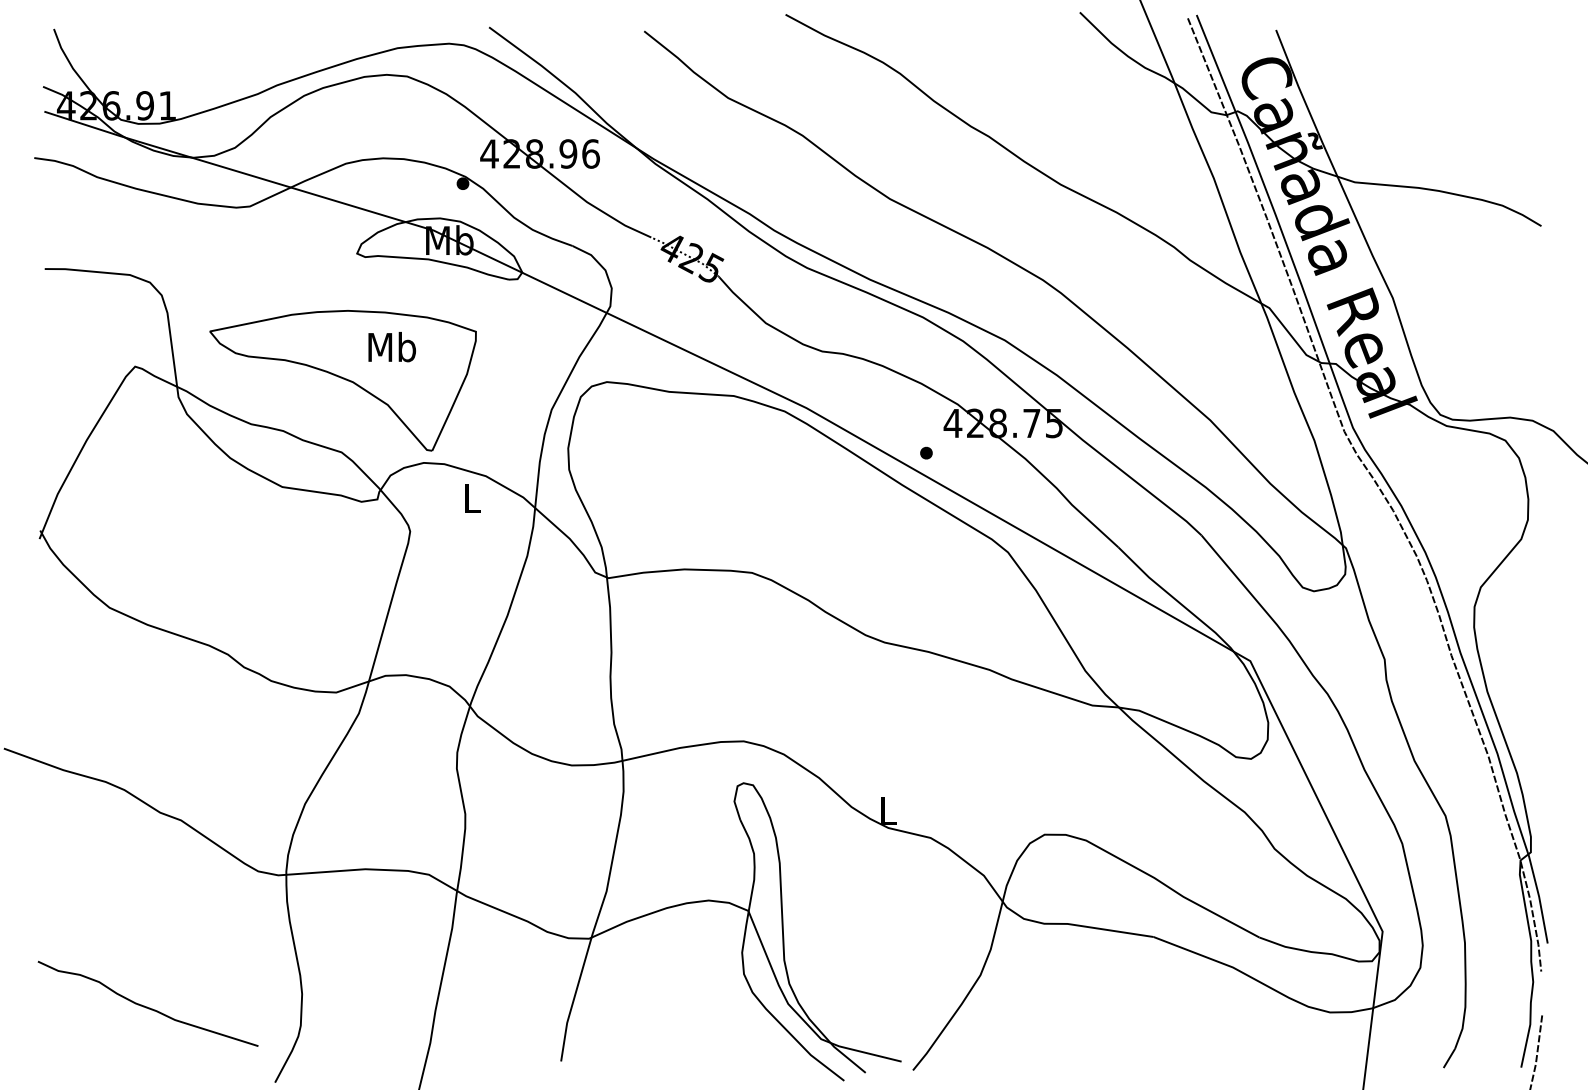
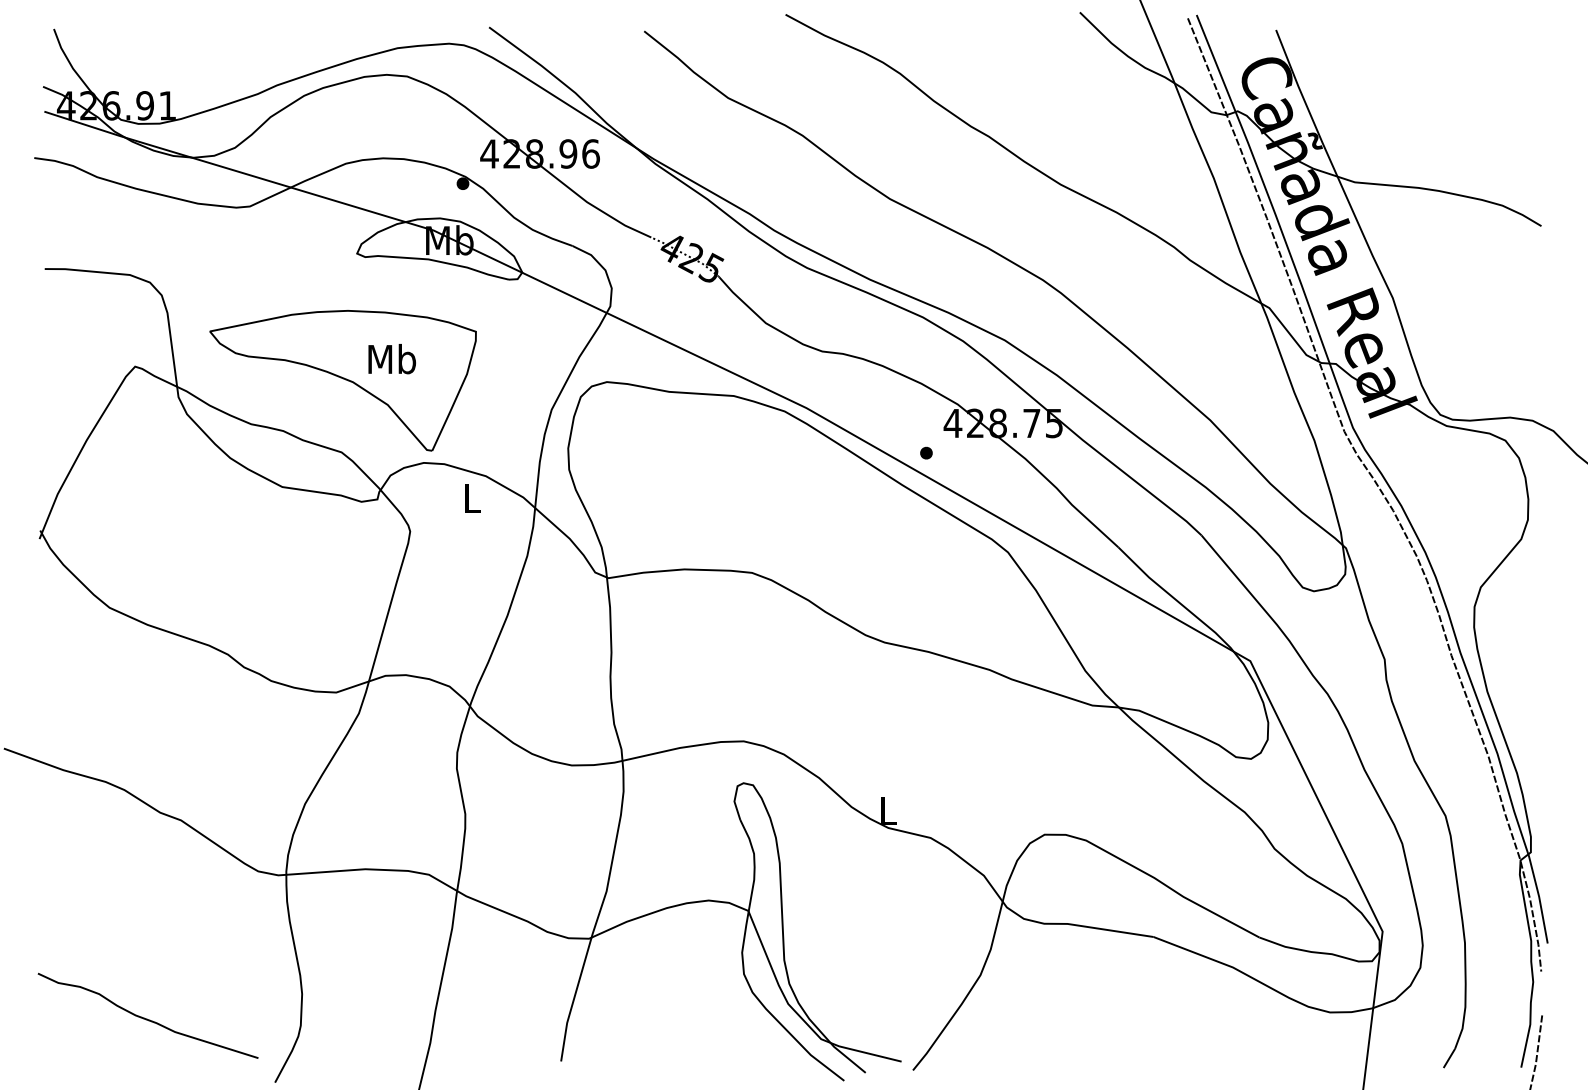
text at (391, 347) position: (391, 347) -> (391, 359)
curve at (147, 1006) position: (147, 1006) -> (147, 1018)
